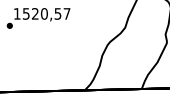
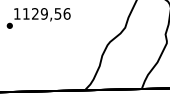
text at (46, 13): 1520,57 -> 1129,56
